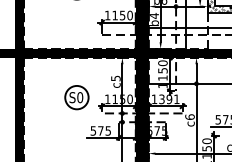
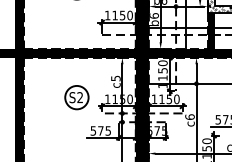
text at (154, 15): b4 -> b6
fill at (210, 30): none -> present
text at (80, 97): S0 -> S2
text at (169, 99): 1391 -> 1150
